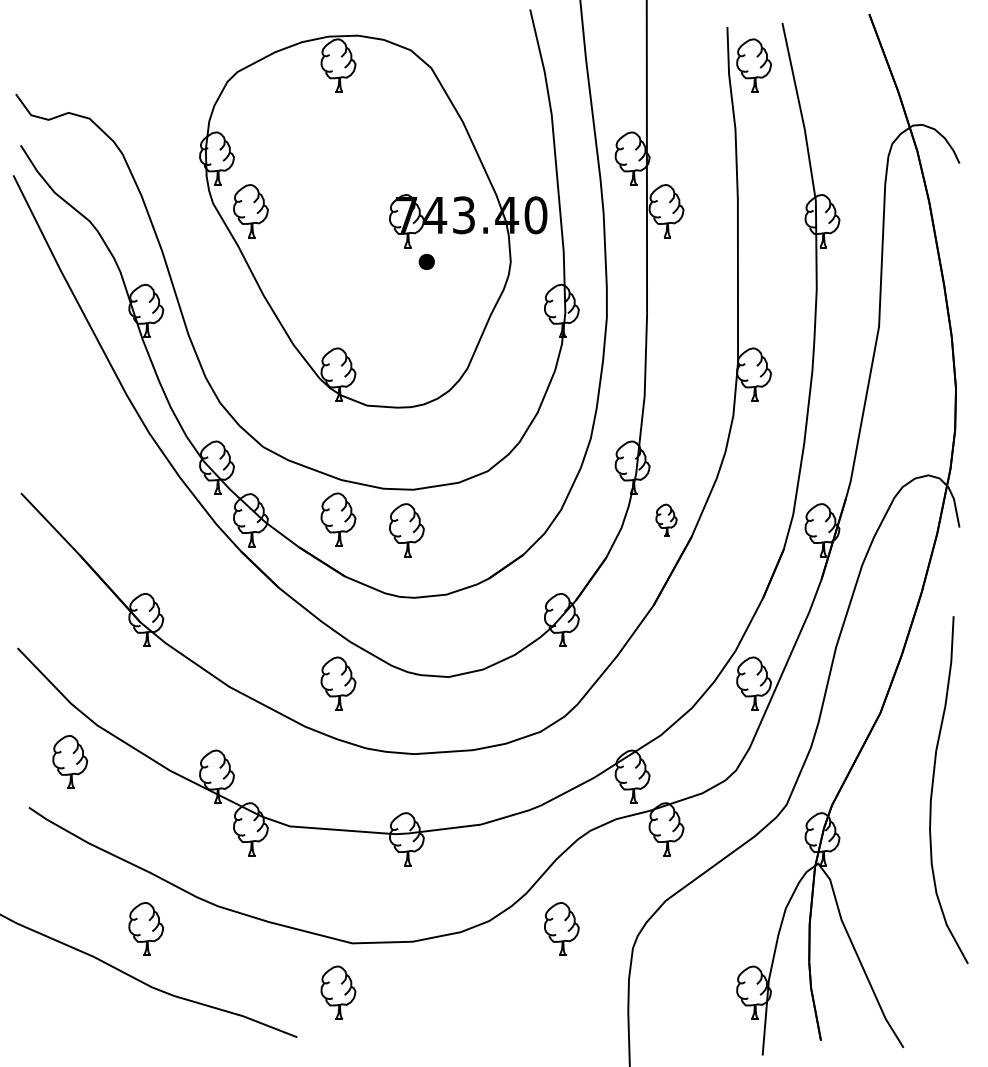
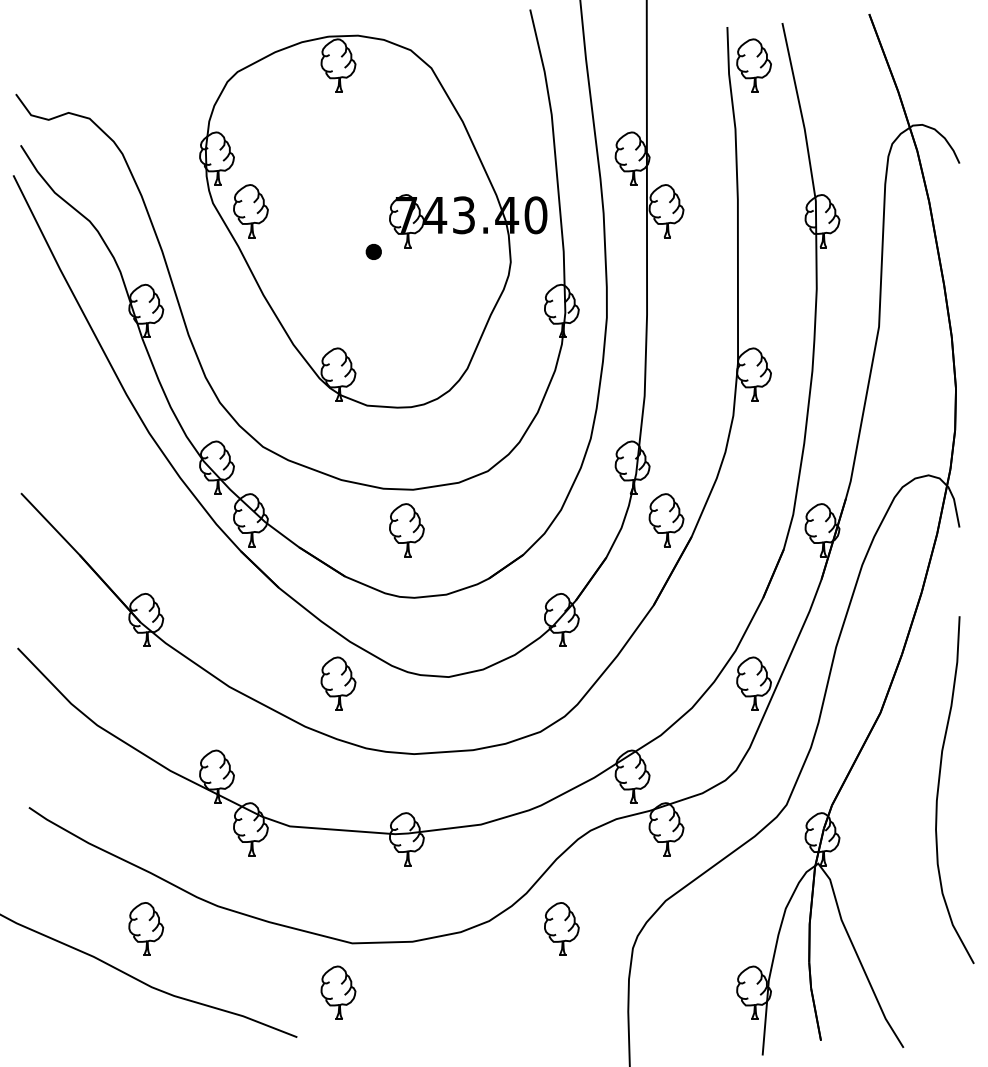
part at (426, 261) position: (426, 261) -> (373, 251)
part at (338, 519): present -> none
part at (666, 519) size: 23x34 px -> 37x55 px
part at (70, 761): present -> none
curve at (933, 788) position: (933, 788) -> (939, 788)
